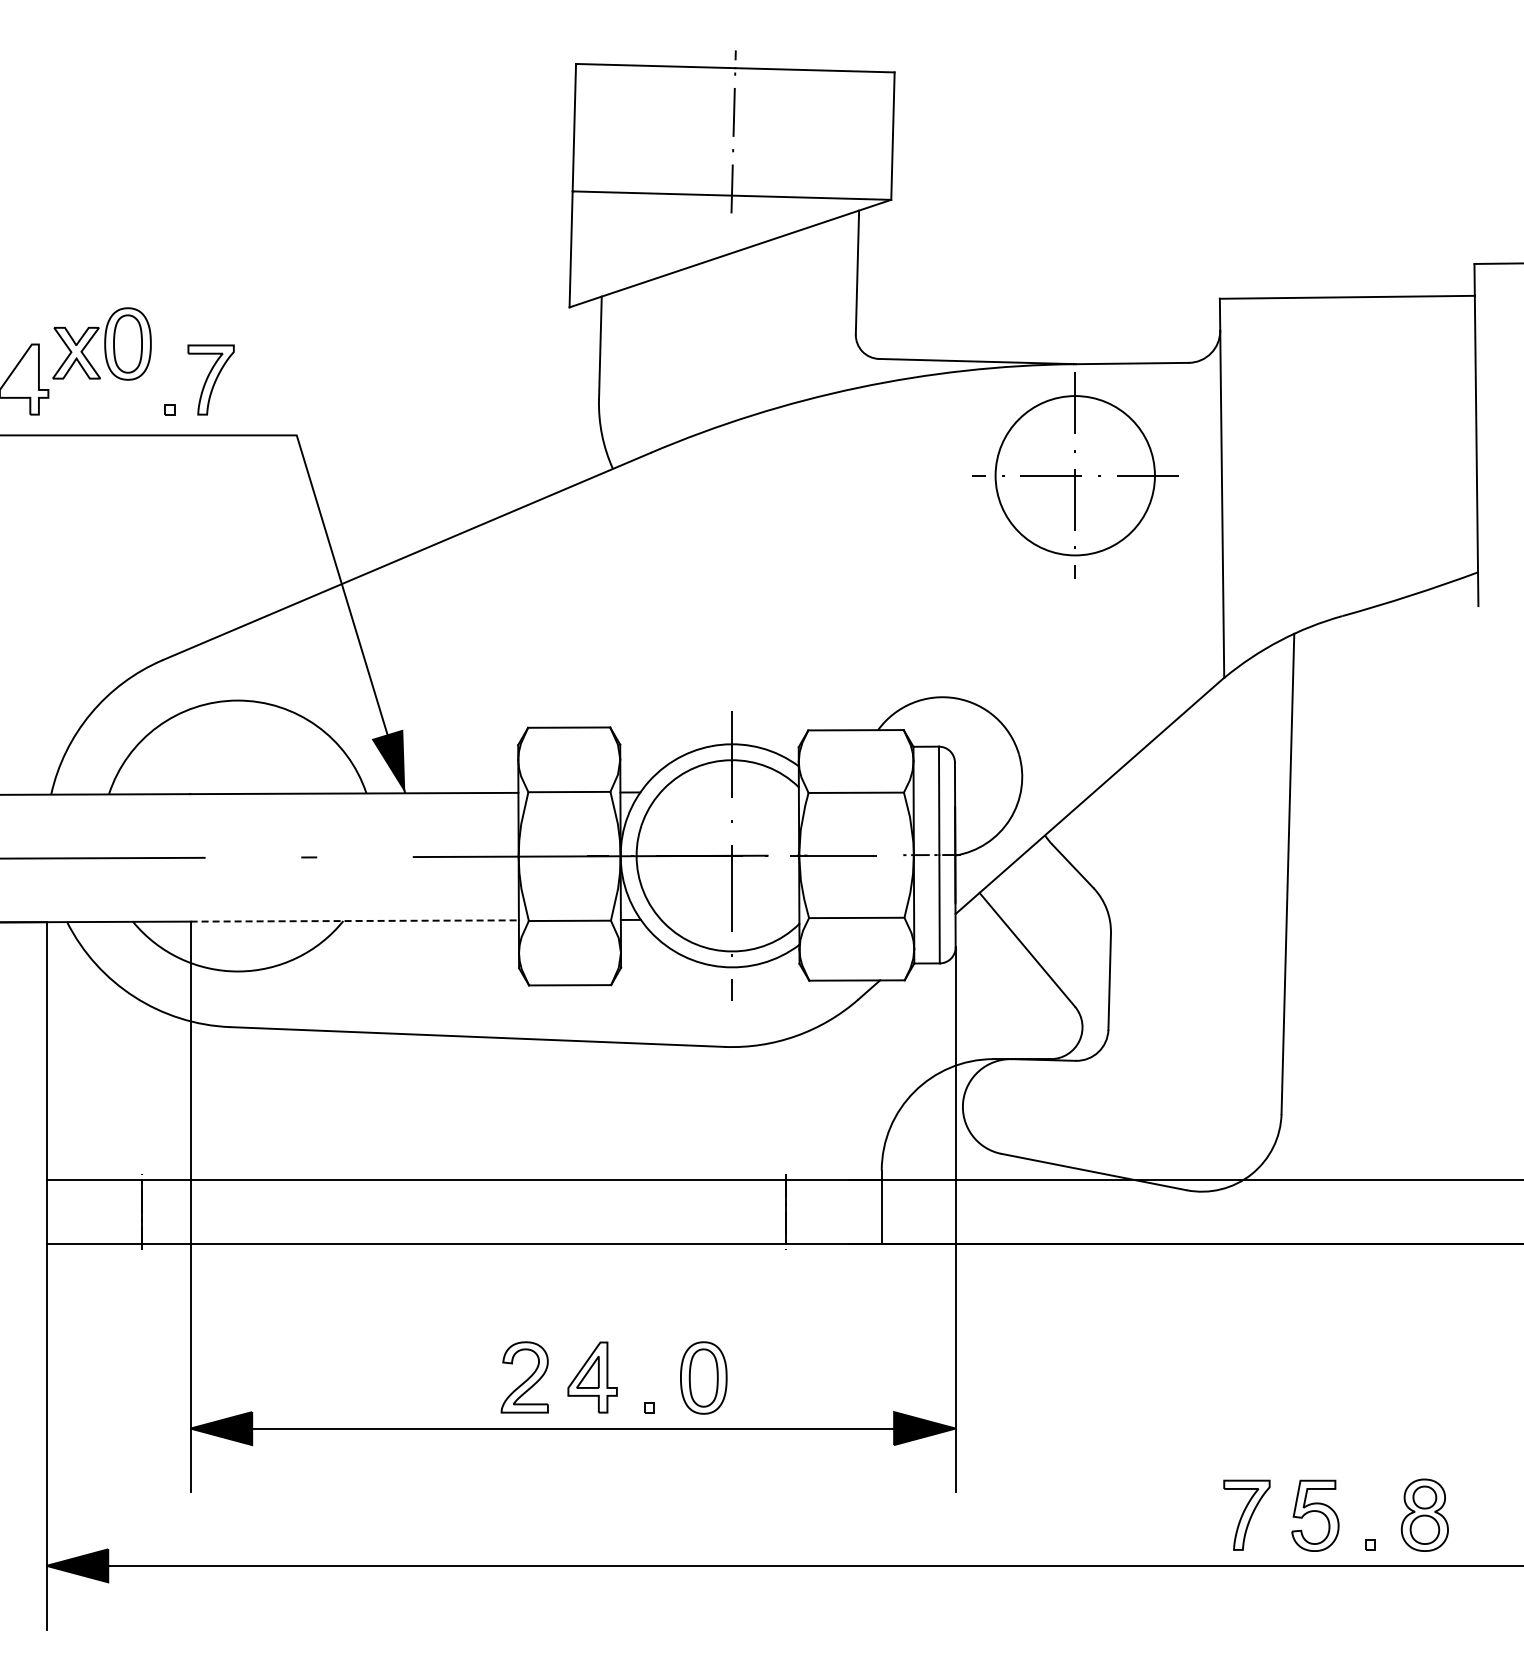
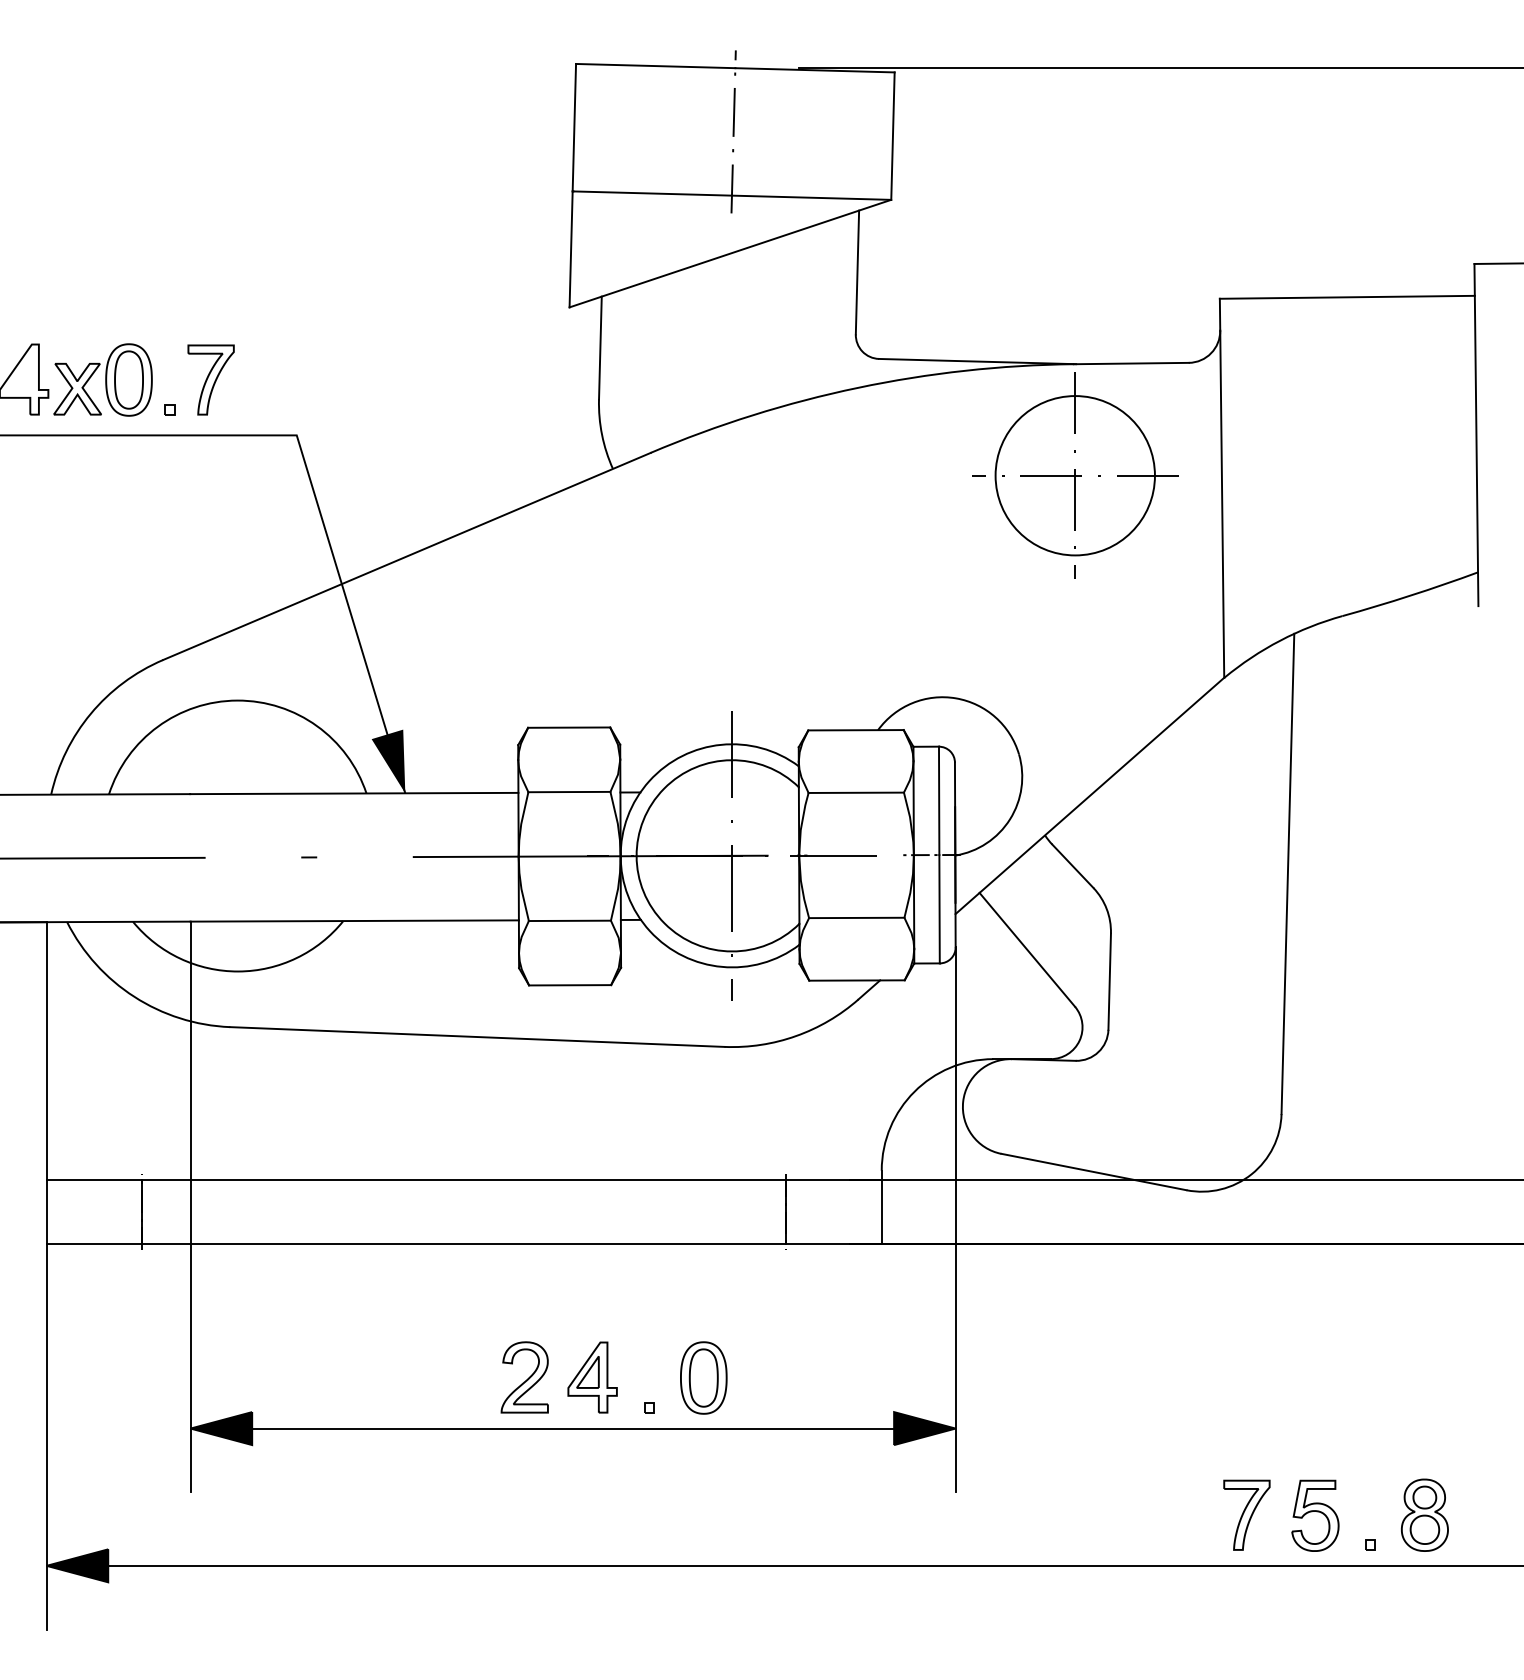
line at (1159, 68): none -> present
part at (101, 343) position: (101, 343) -> (102, 379)
line at (355, 921): dashed -> solid
